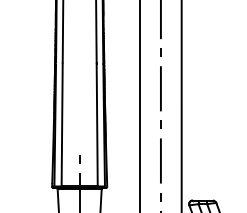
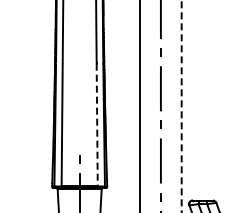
line at (181, 106): solid -> dashed
line at (97, 125): solid -> dashed
